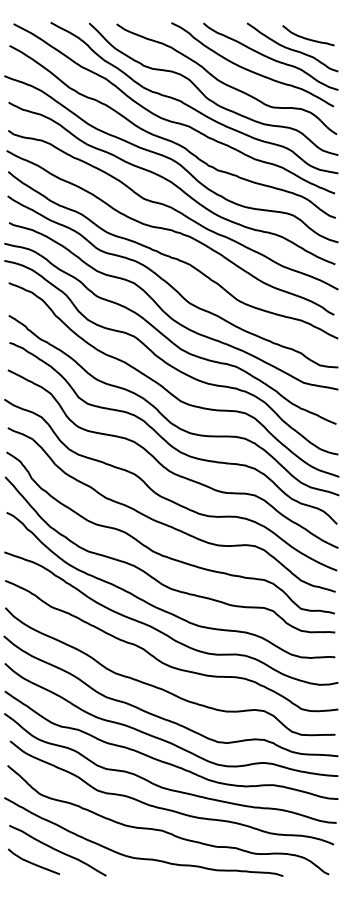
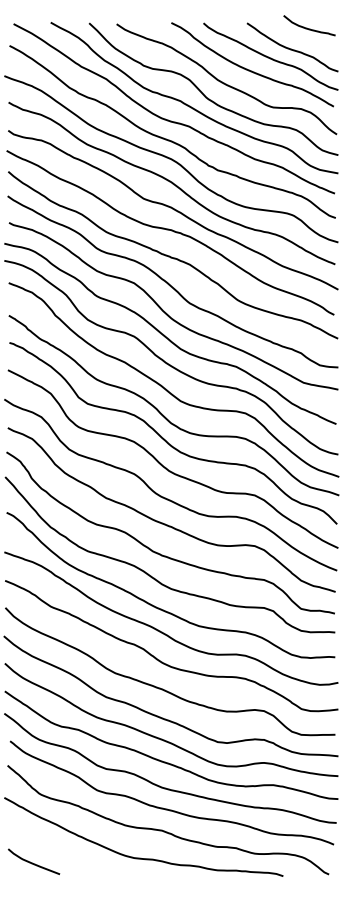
curve at (306, 37) position: (306, 37) -> (307, 27)
curve at (57, 850): present -> none
